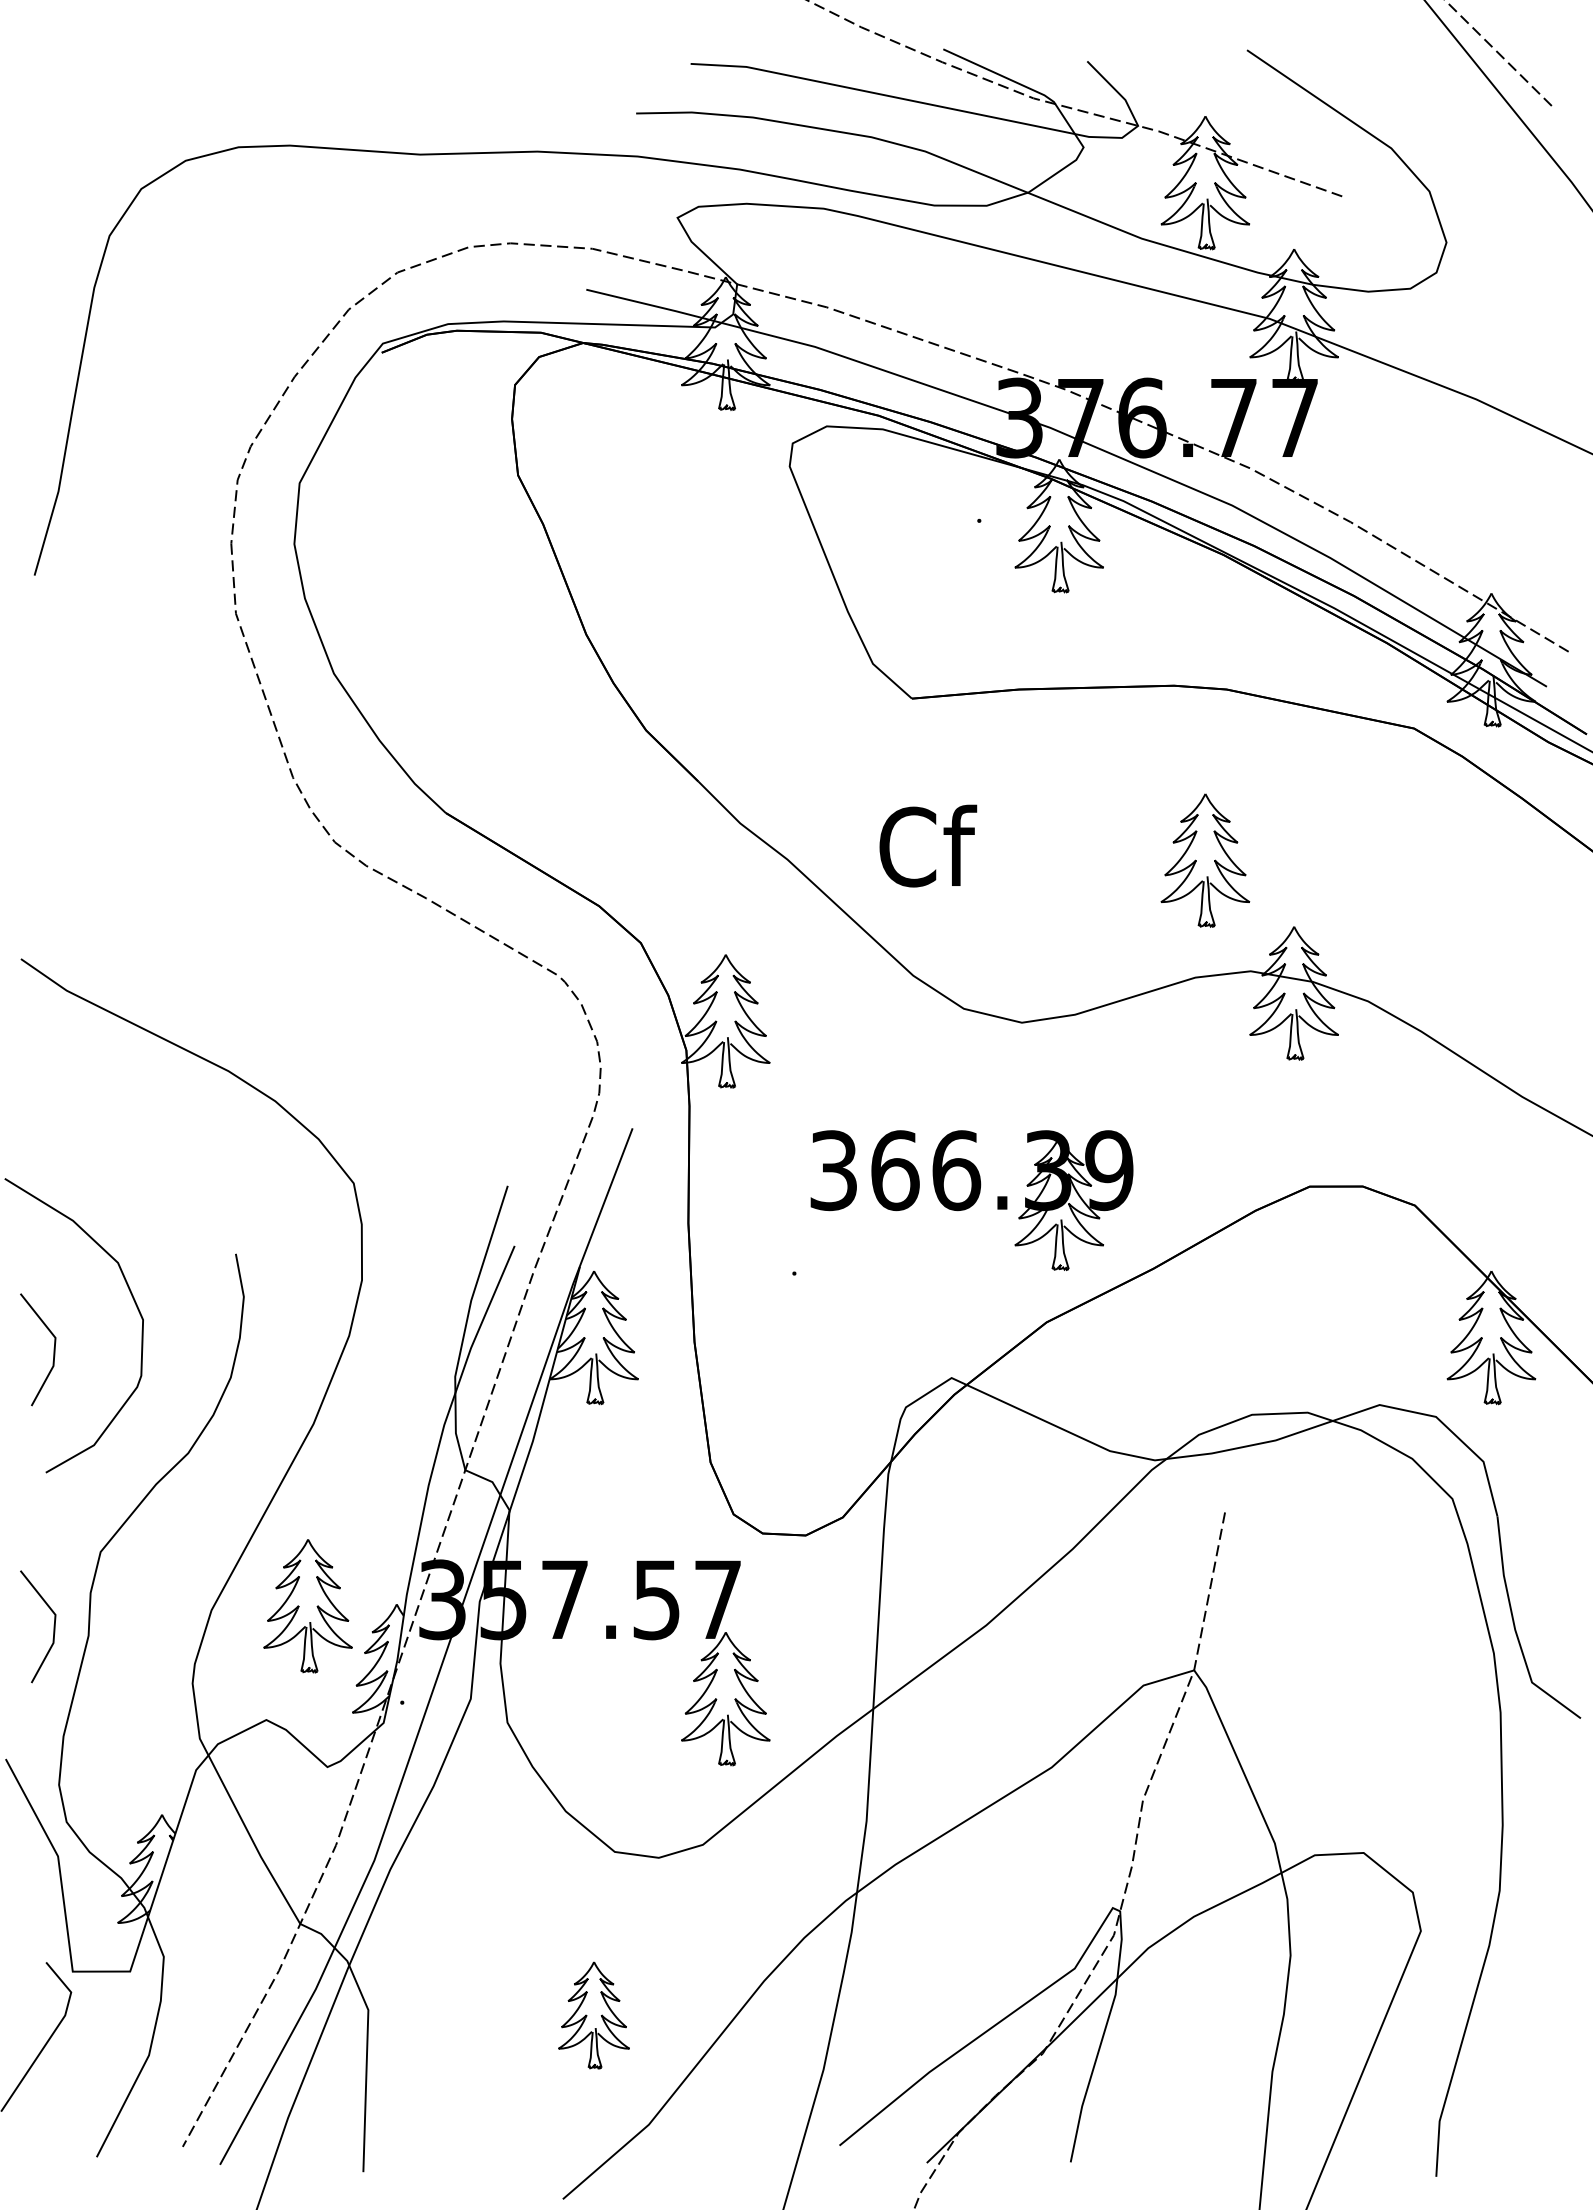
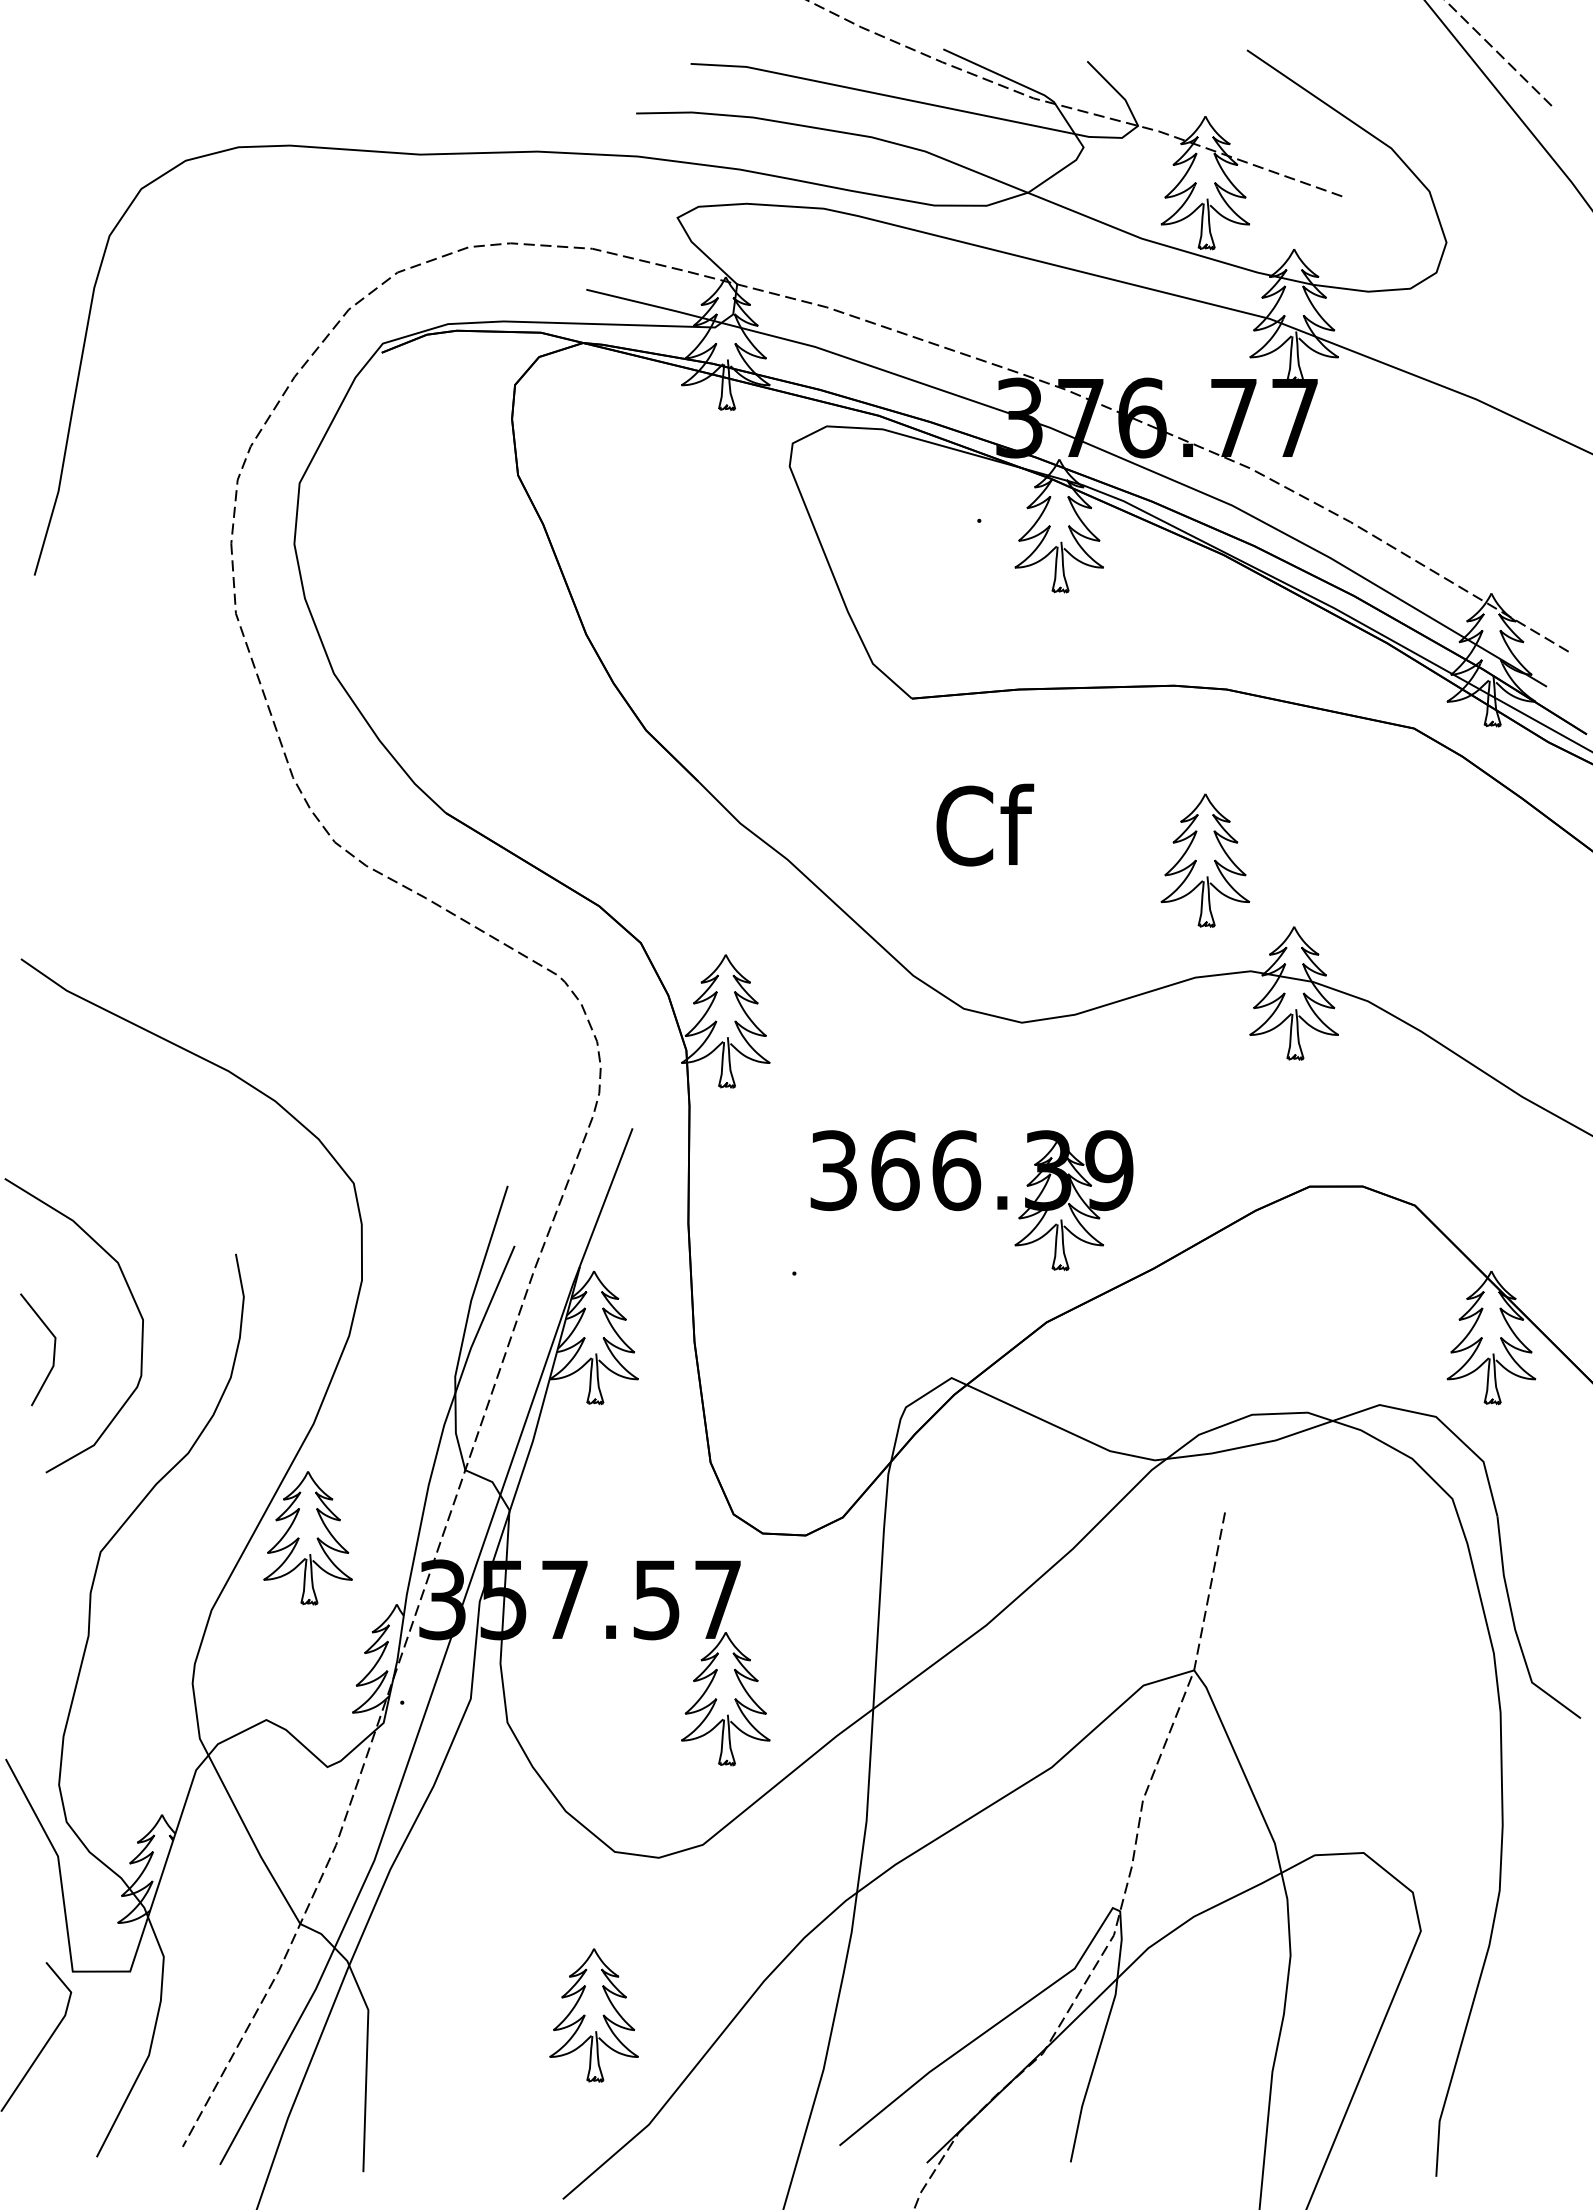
text at (928, 845) position: (928, 845) -> (985, 824)
part at (307, 1606) position: (307, 1606) -> (307, 1538)
line at (53, 1626): present -> none
part at (593, 2015) size: 72x109 px -> 90x135 px
